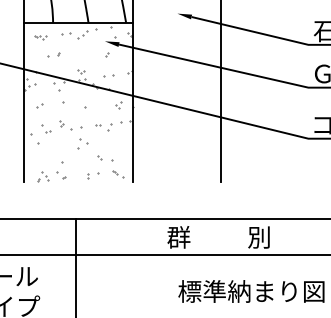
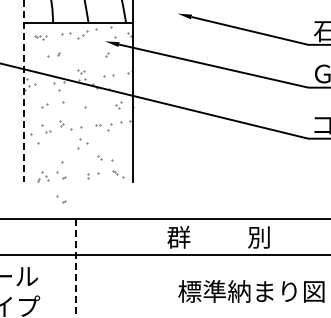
line at (24, 91): solid -> dashed
line at (220, 92): present -> none
part at (39, 105) position: (39, 105) -> (44, 105)
part at (61, 199): none -> present
line at (75, 268): solid -> dashed
